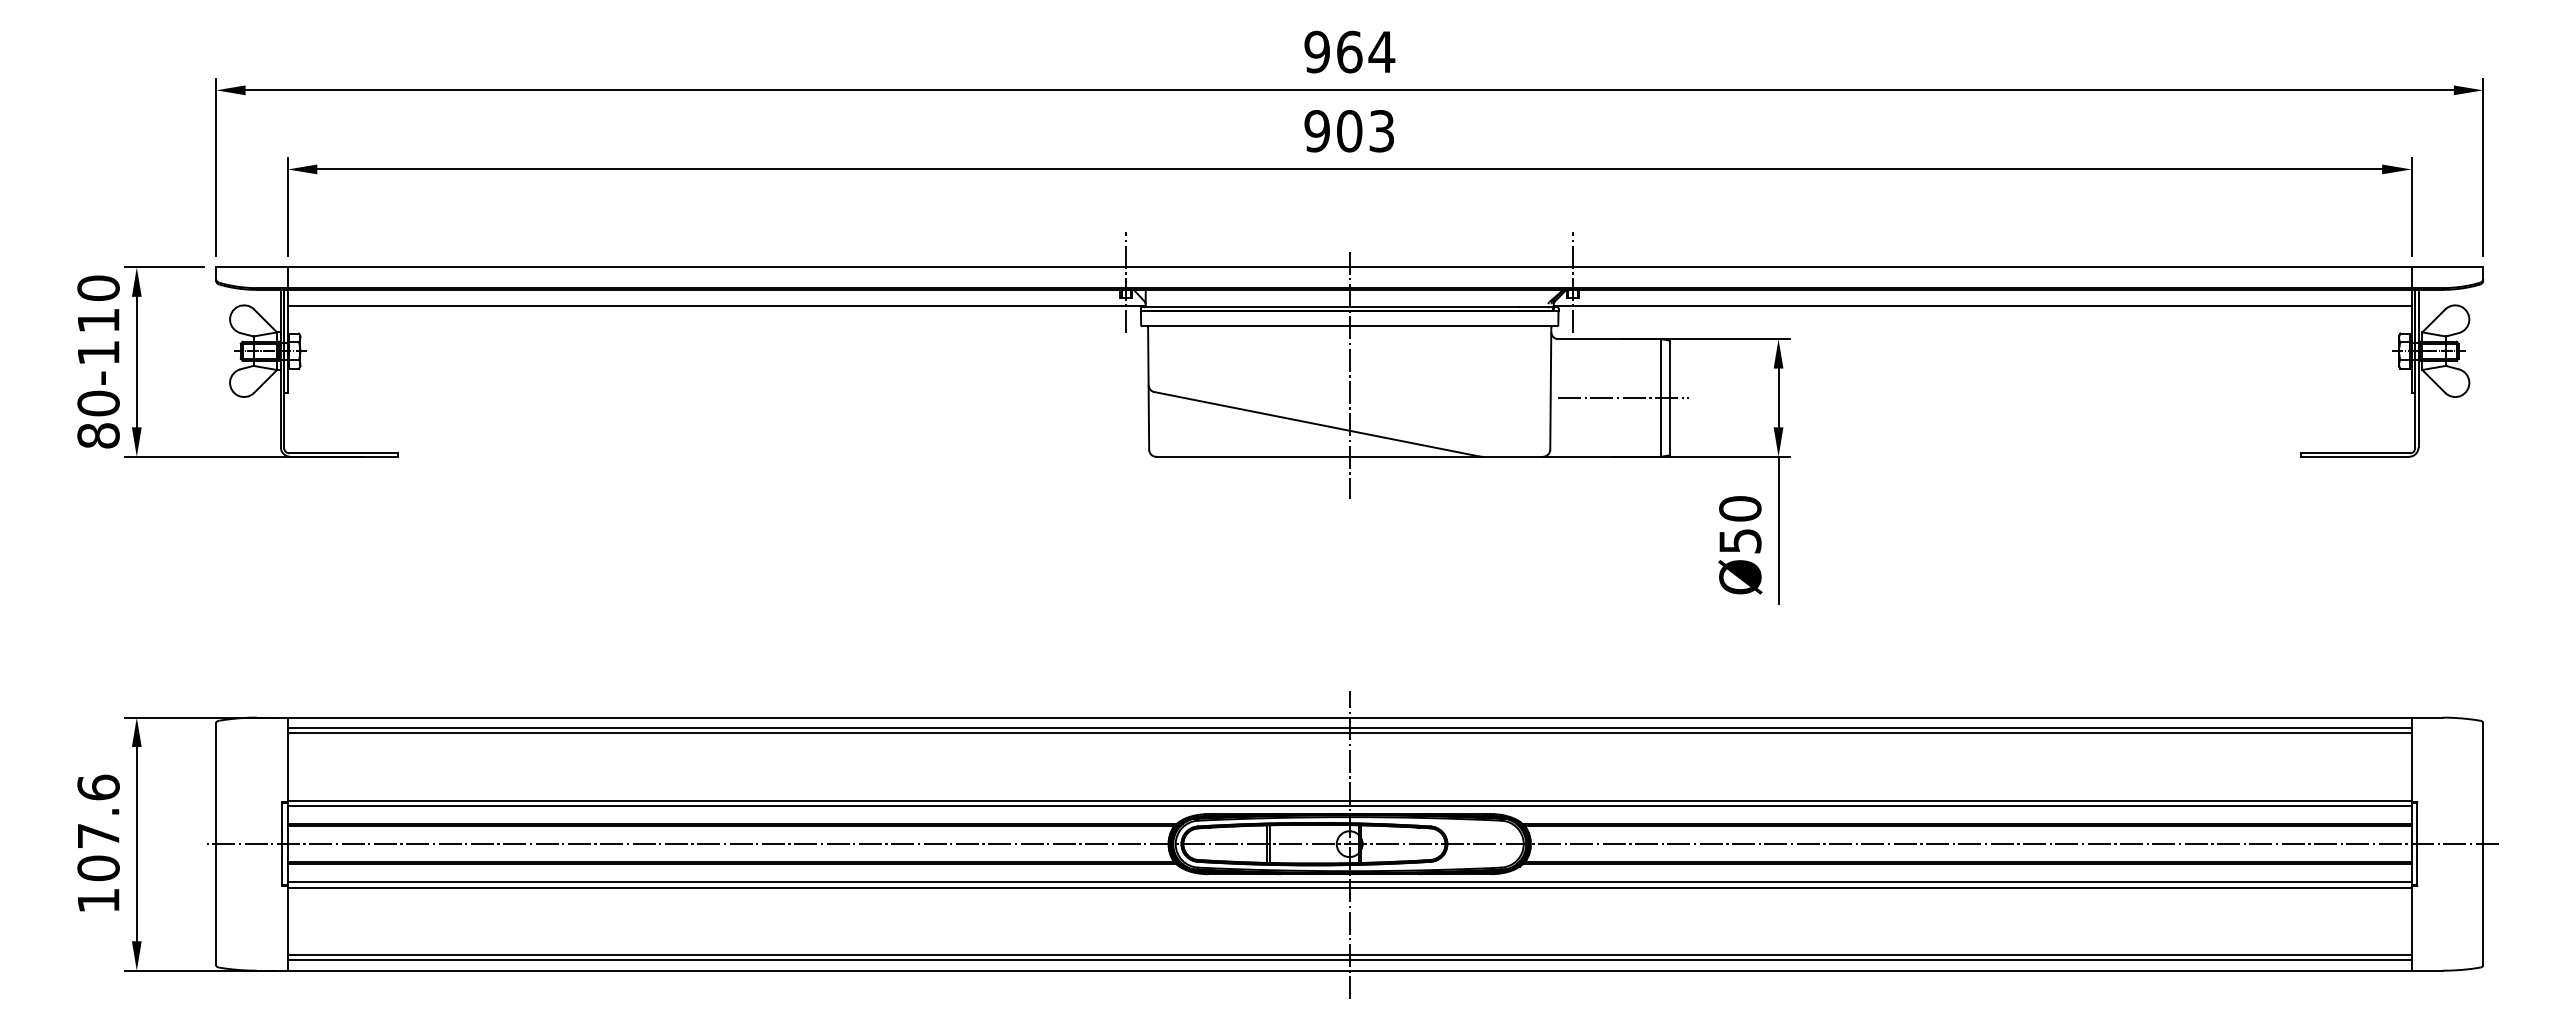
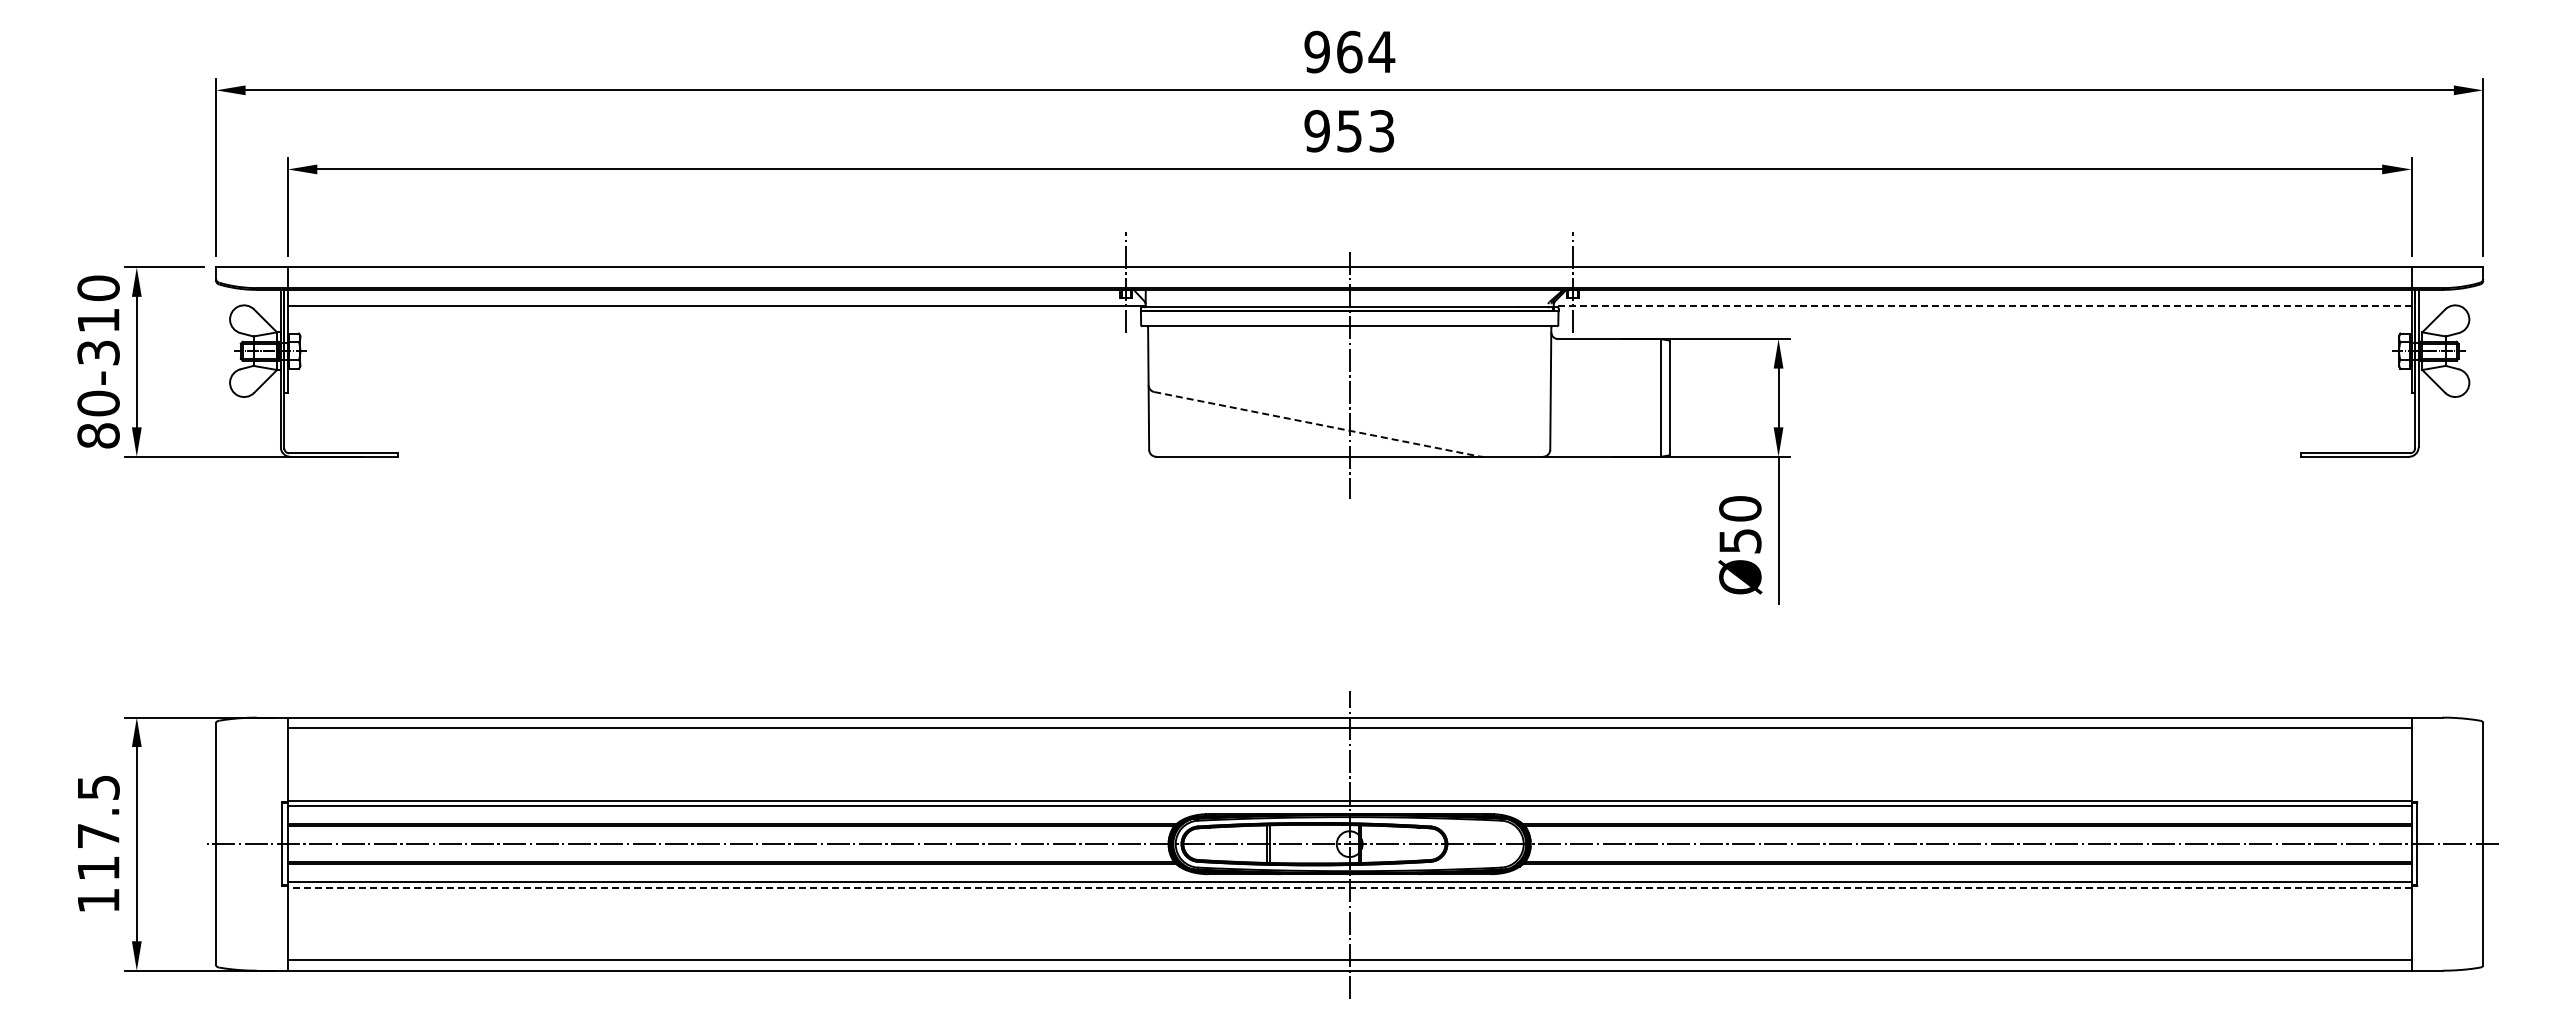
text at (1349, 131): 903 -> 953
line at (1982, 306): solid -> dashed
text at (98, 352): 80-110 -> 80-310
line at (1623, 397): present -> none
line at (1316, 424): solid -> dashed
line at (1349, 732): present -> none
text at (98, 827): 107.6 -> 117.5
line at (1349, 887): solid -> dashed
line at (1349, 955): present -> none
